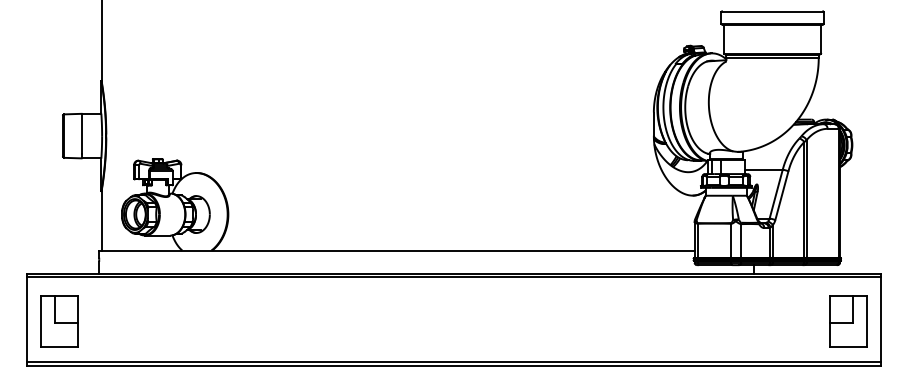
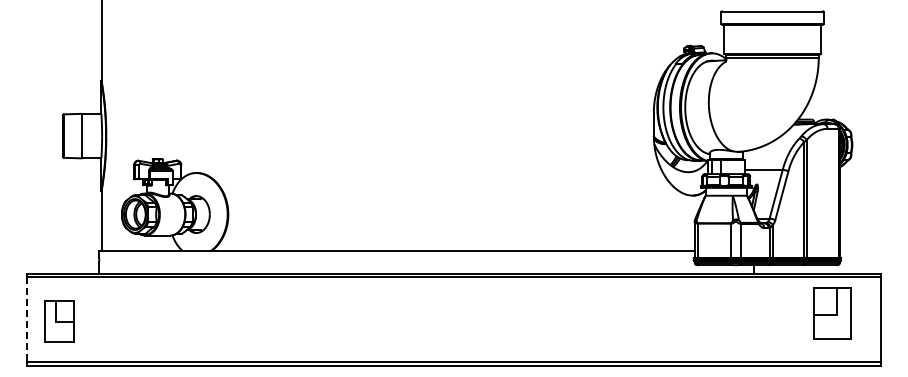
line at (27, 320): solid -> dashed
part at (59, 321) size: 39x53 px -> 31x43 px
part at (848, 321) position: (848, 321) -> (832, 313)
